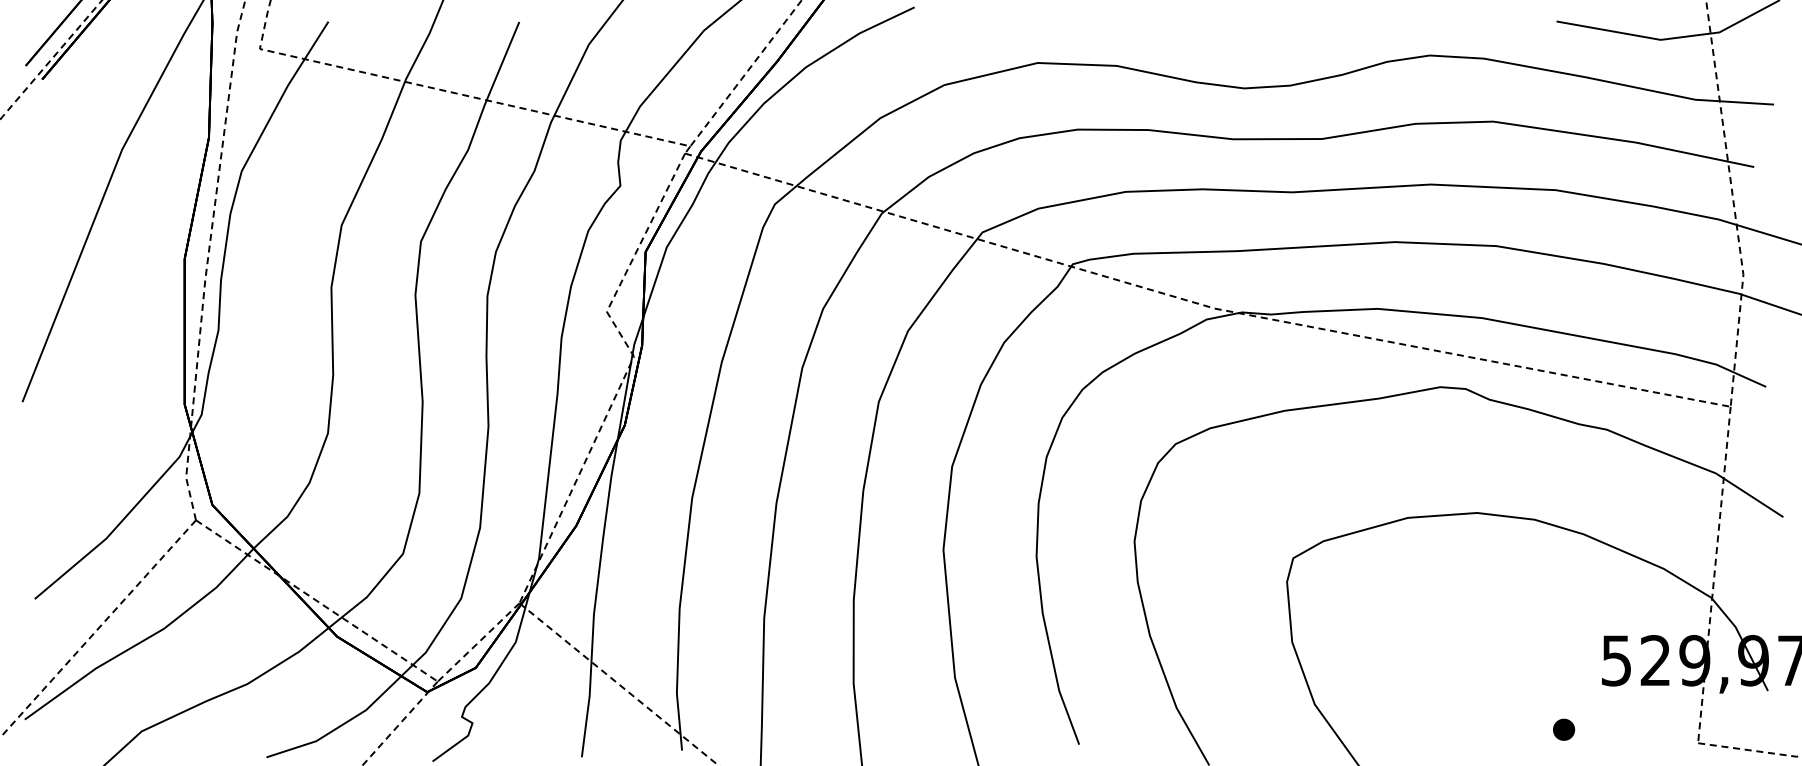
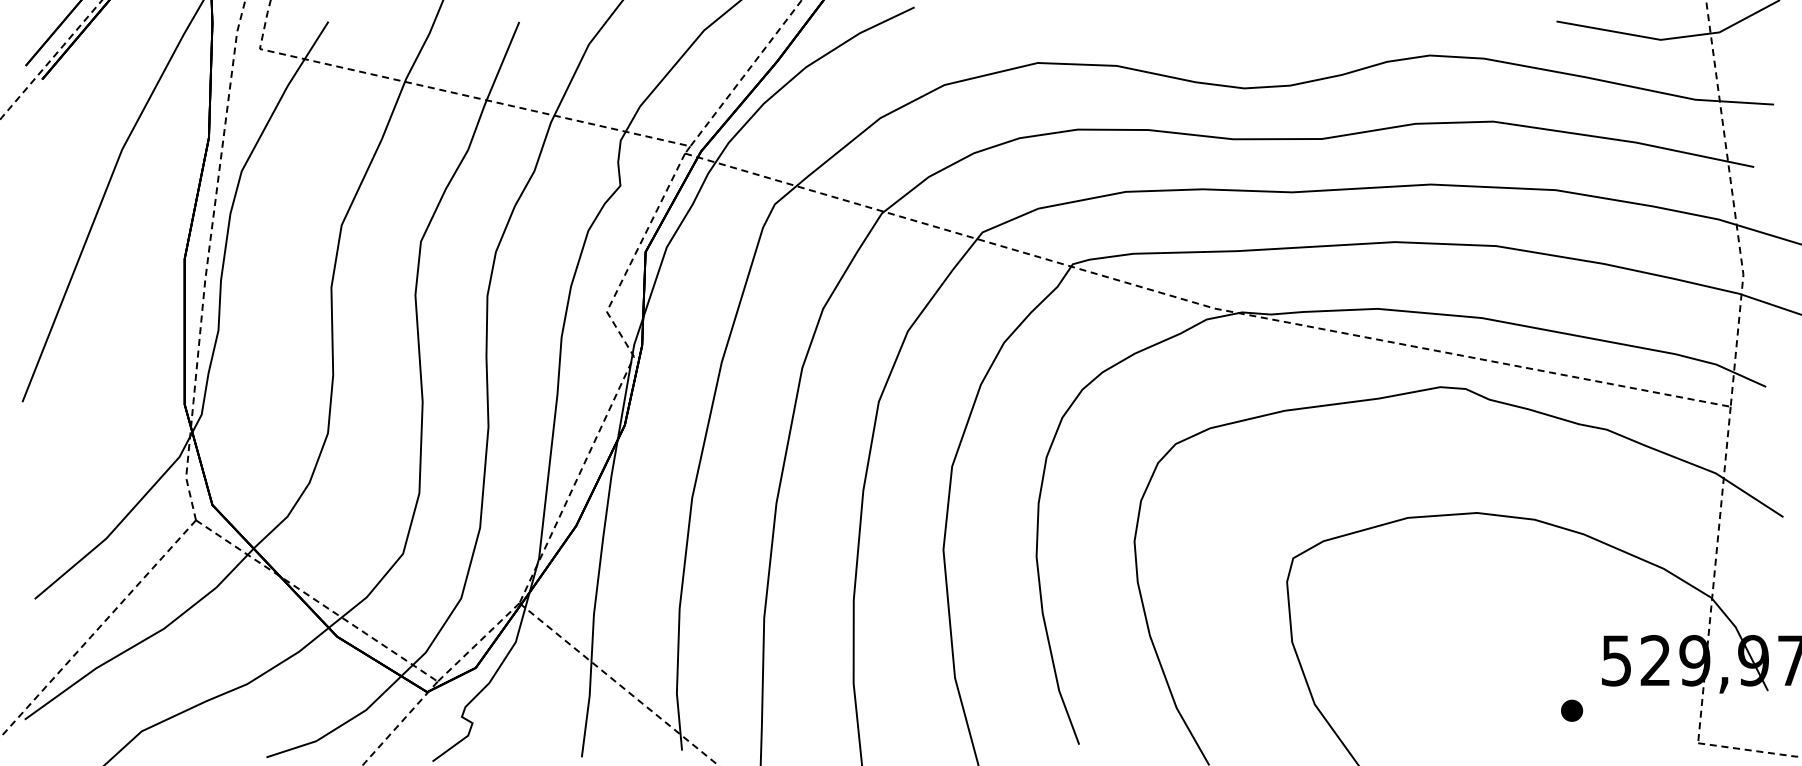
part at (1564, 729) position: (1564, 729) -> (1572, 710)
